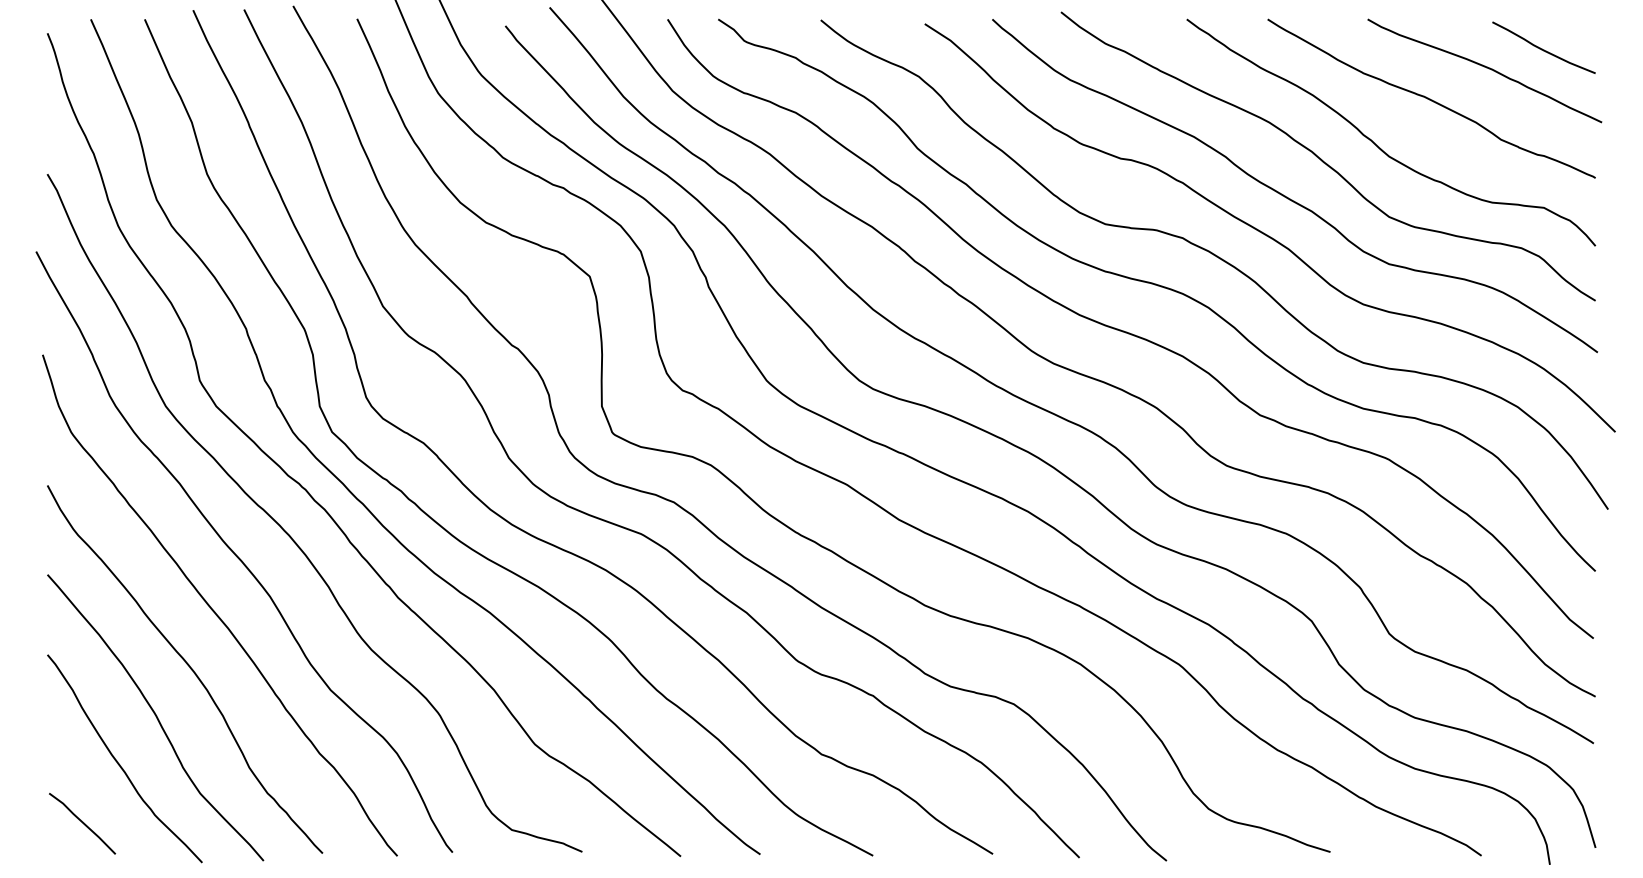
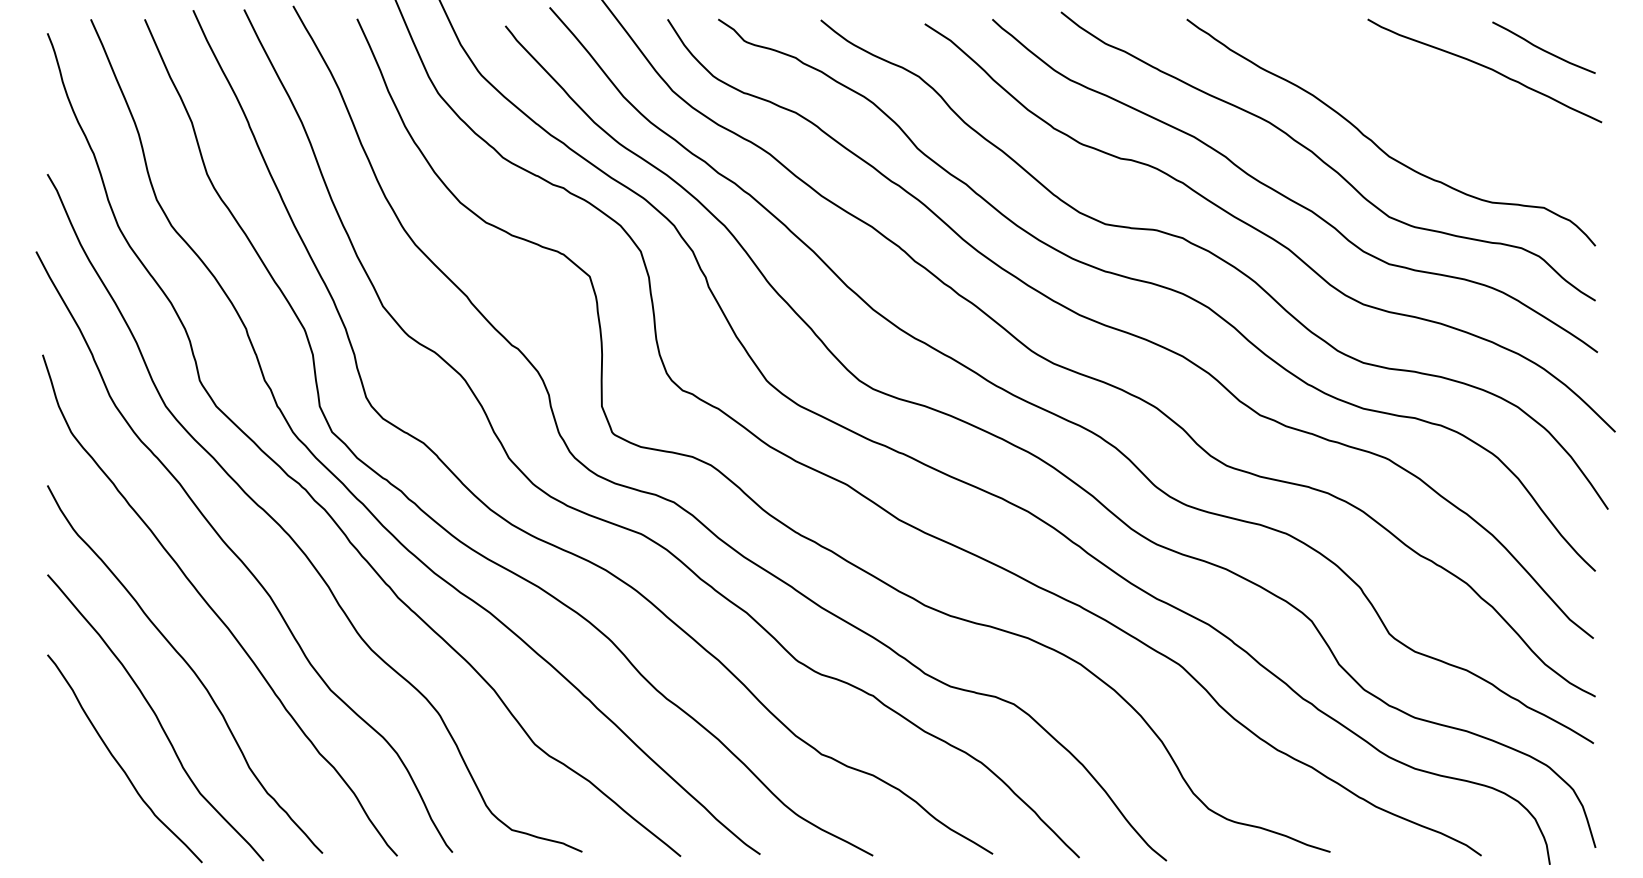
curve at (1430, 98): present -> none
line at (82, 823): present -> none
